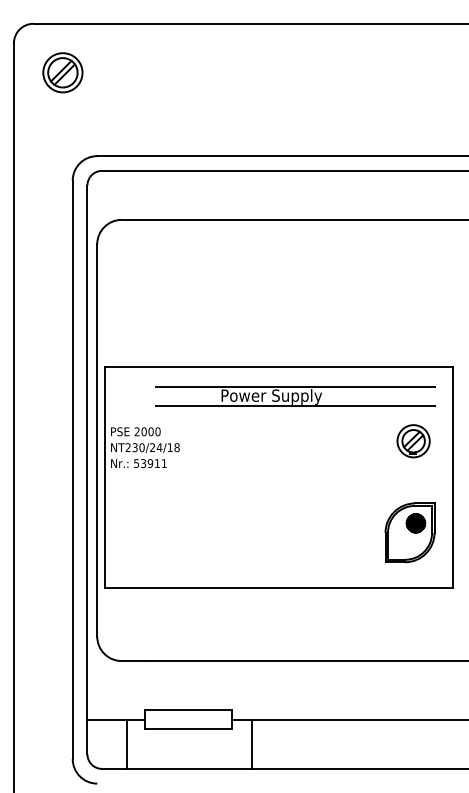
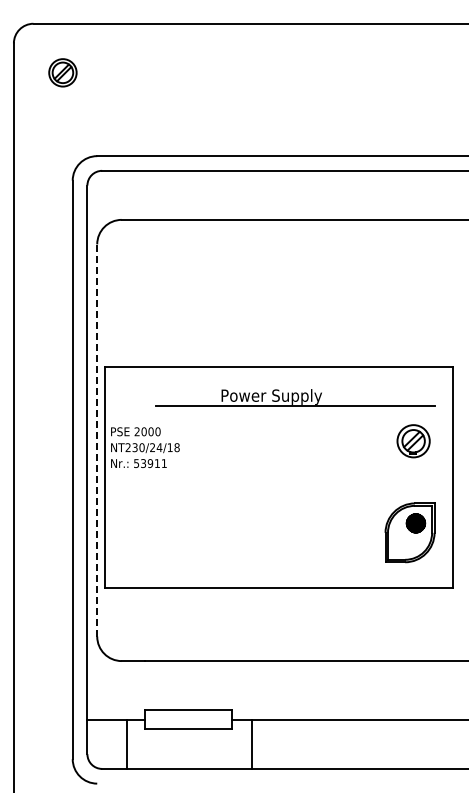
part at (62, 72) size: 42x42 px -> 30x30 px
line at (295, 386): present -> none
line at (97, 439): solid -> dashed
